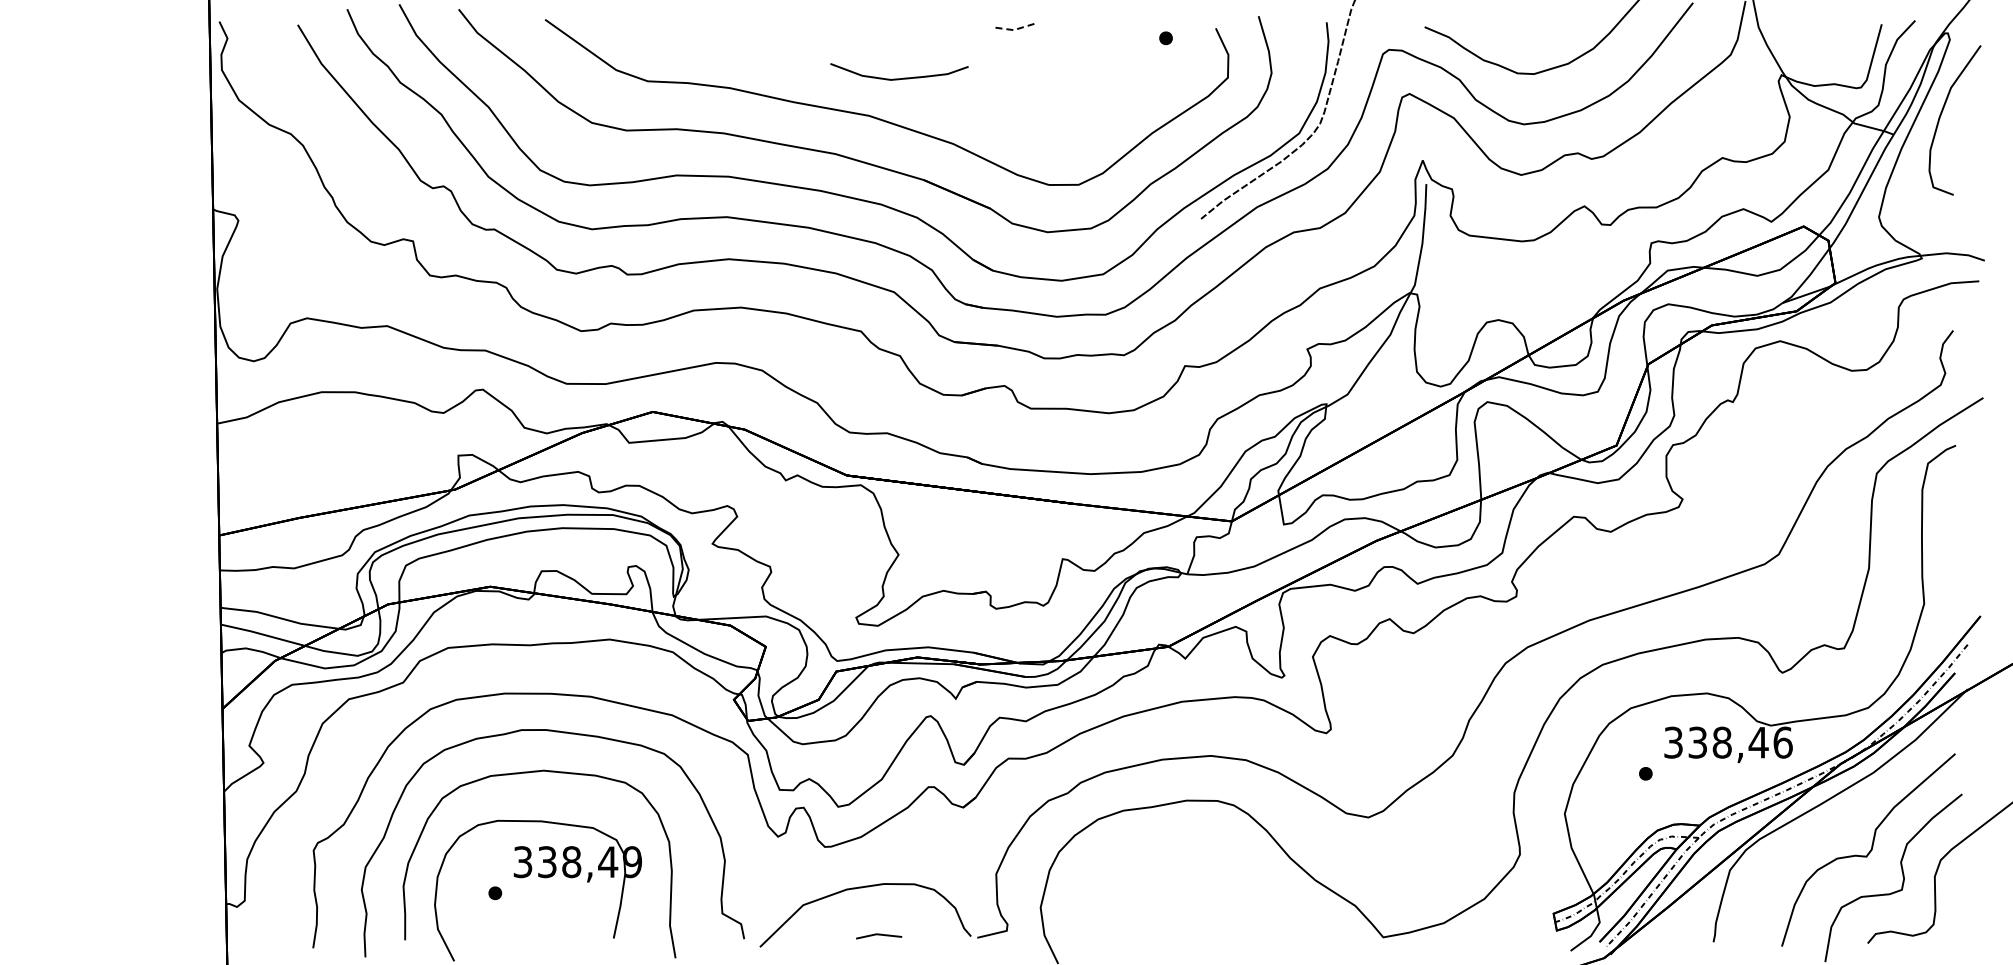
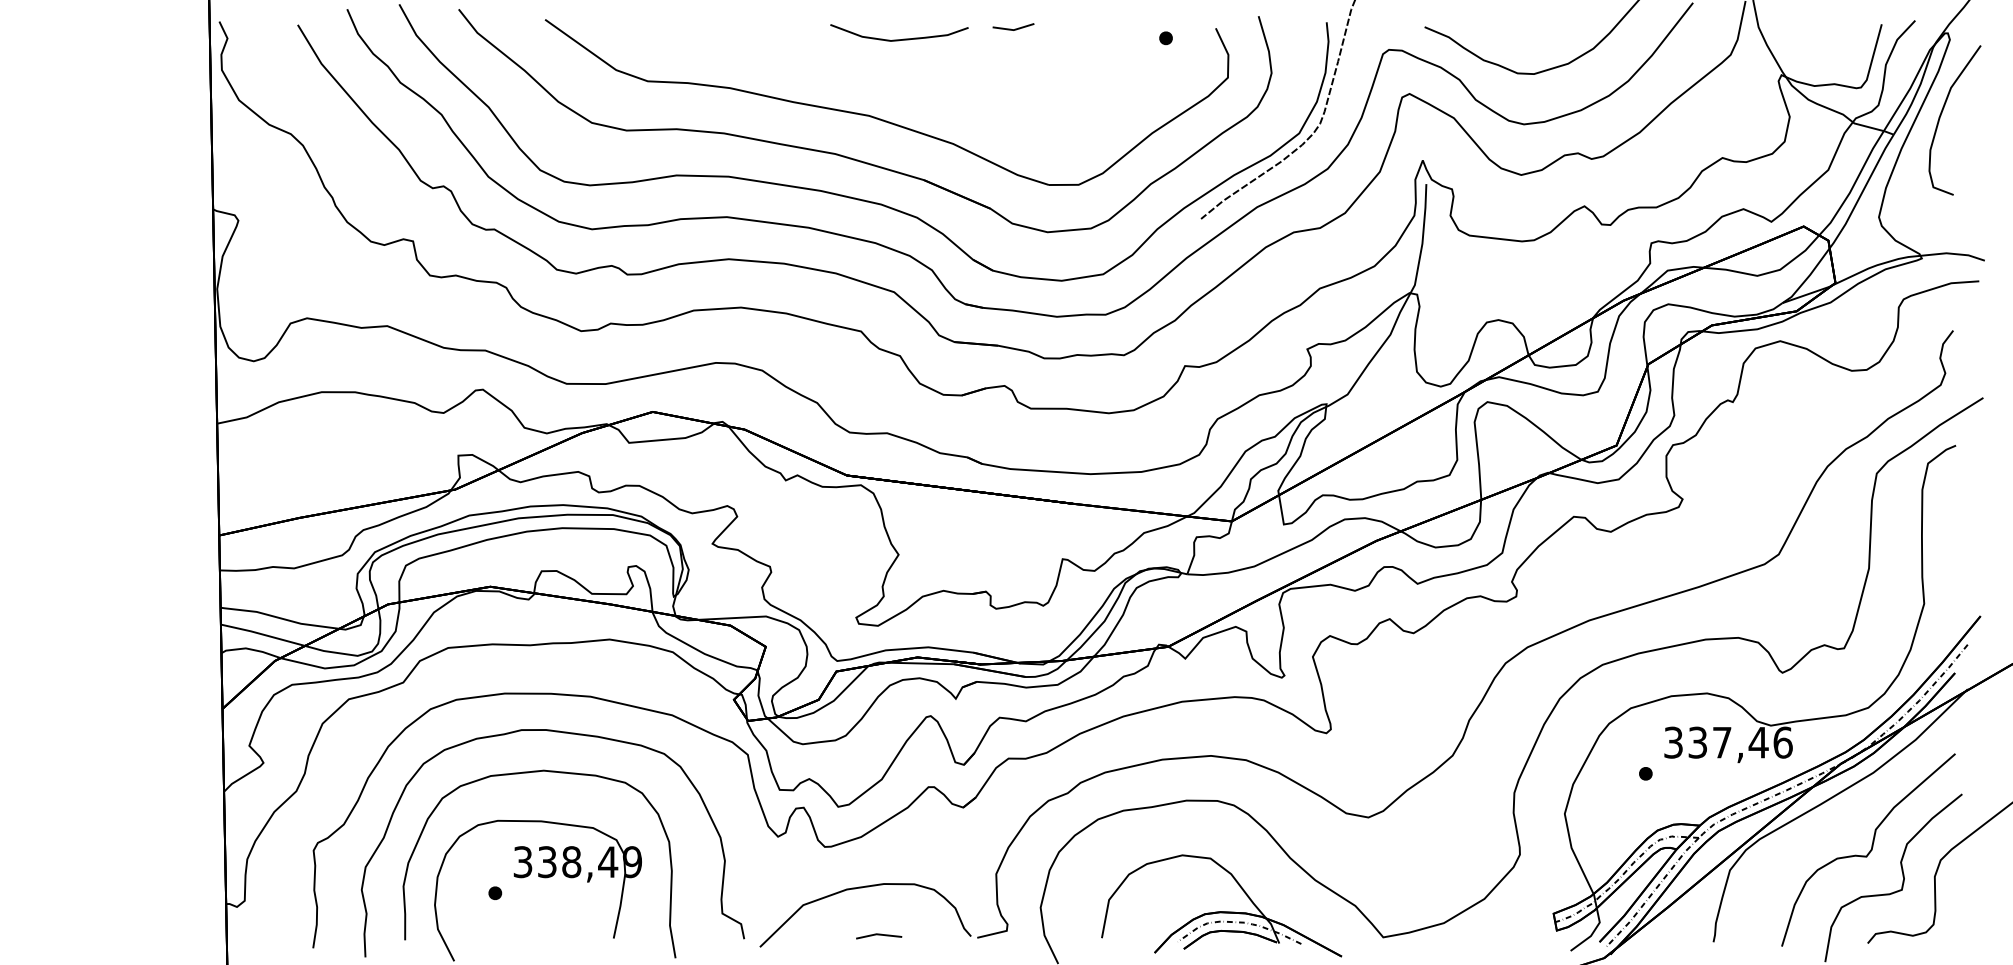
line at (1013, 30): dashed -> solid
curve at (899, 78) position: (899, 78) -> (899, 39)
text at (1721, 742): 338,46 -> 337,46
part at (1221, 905): none -> present
